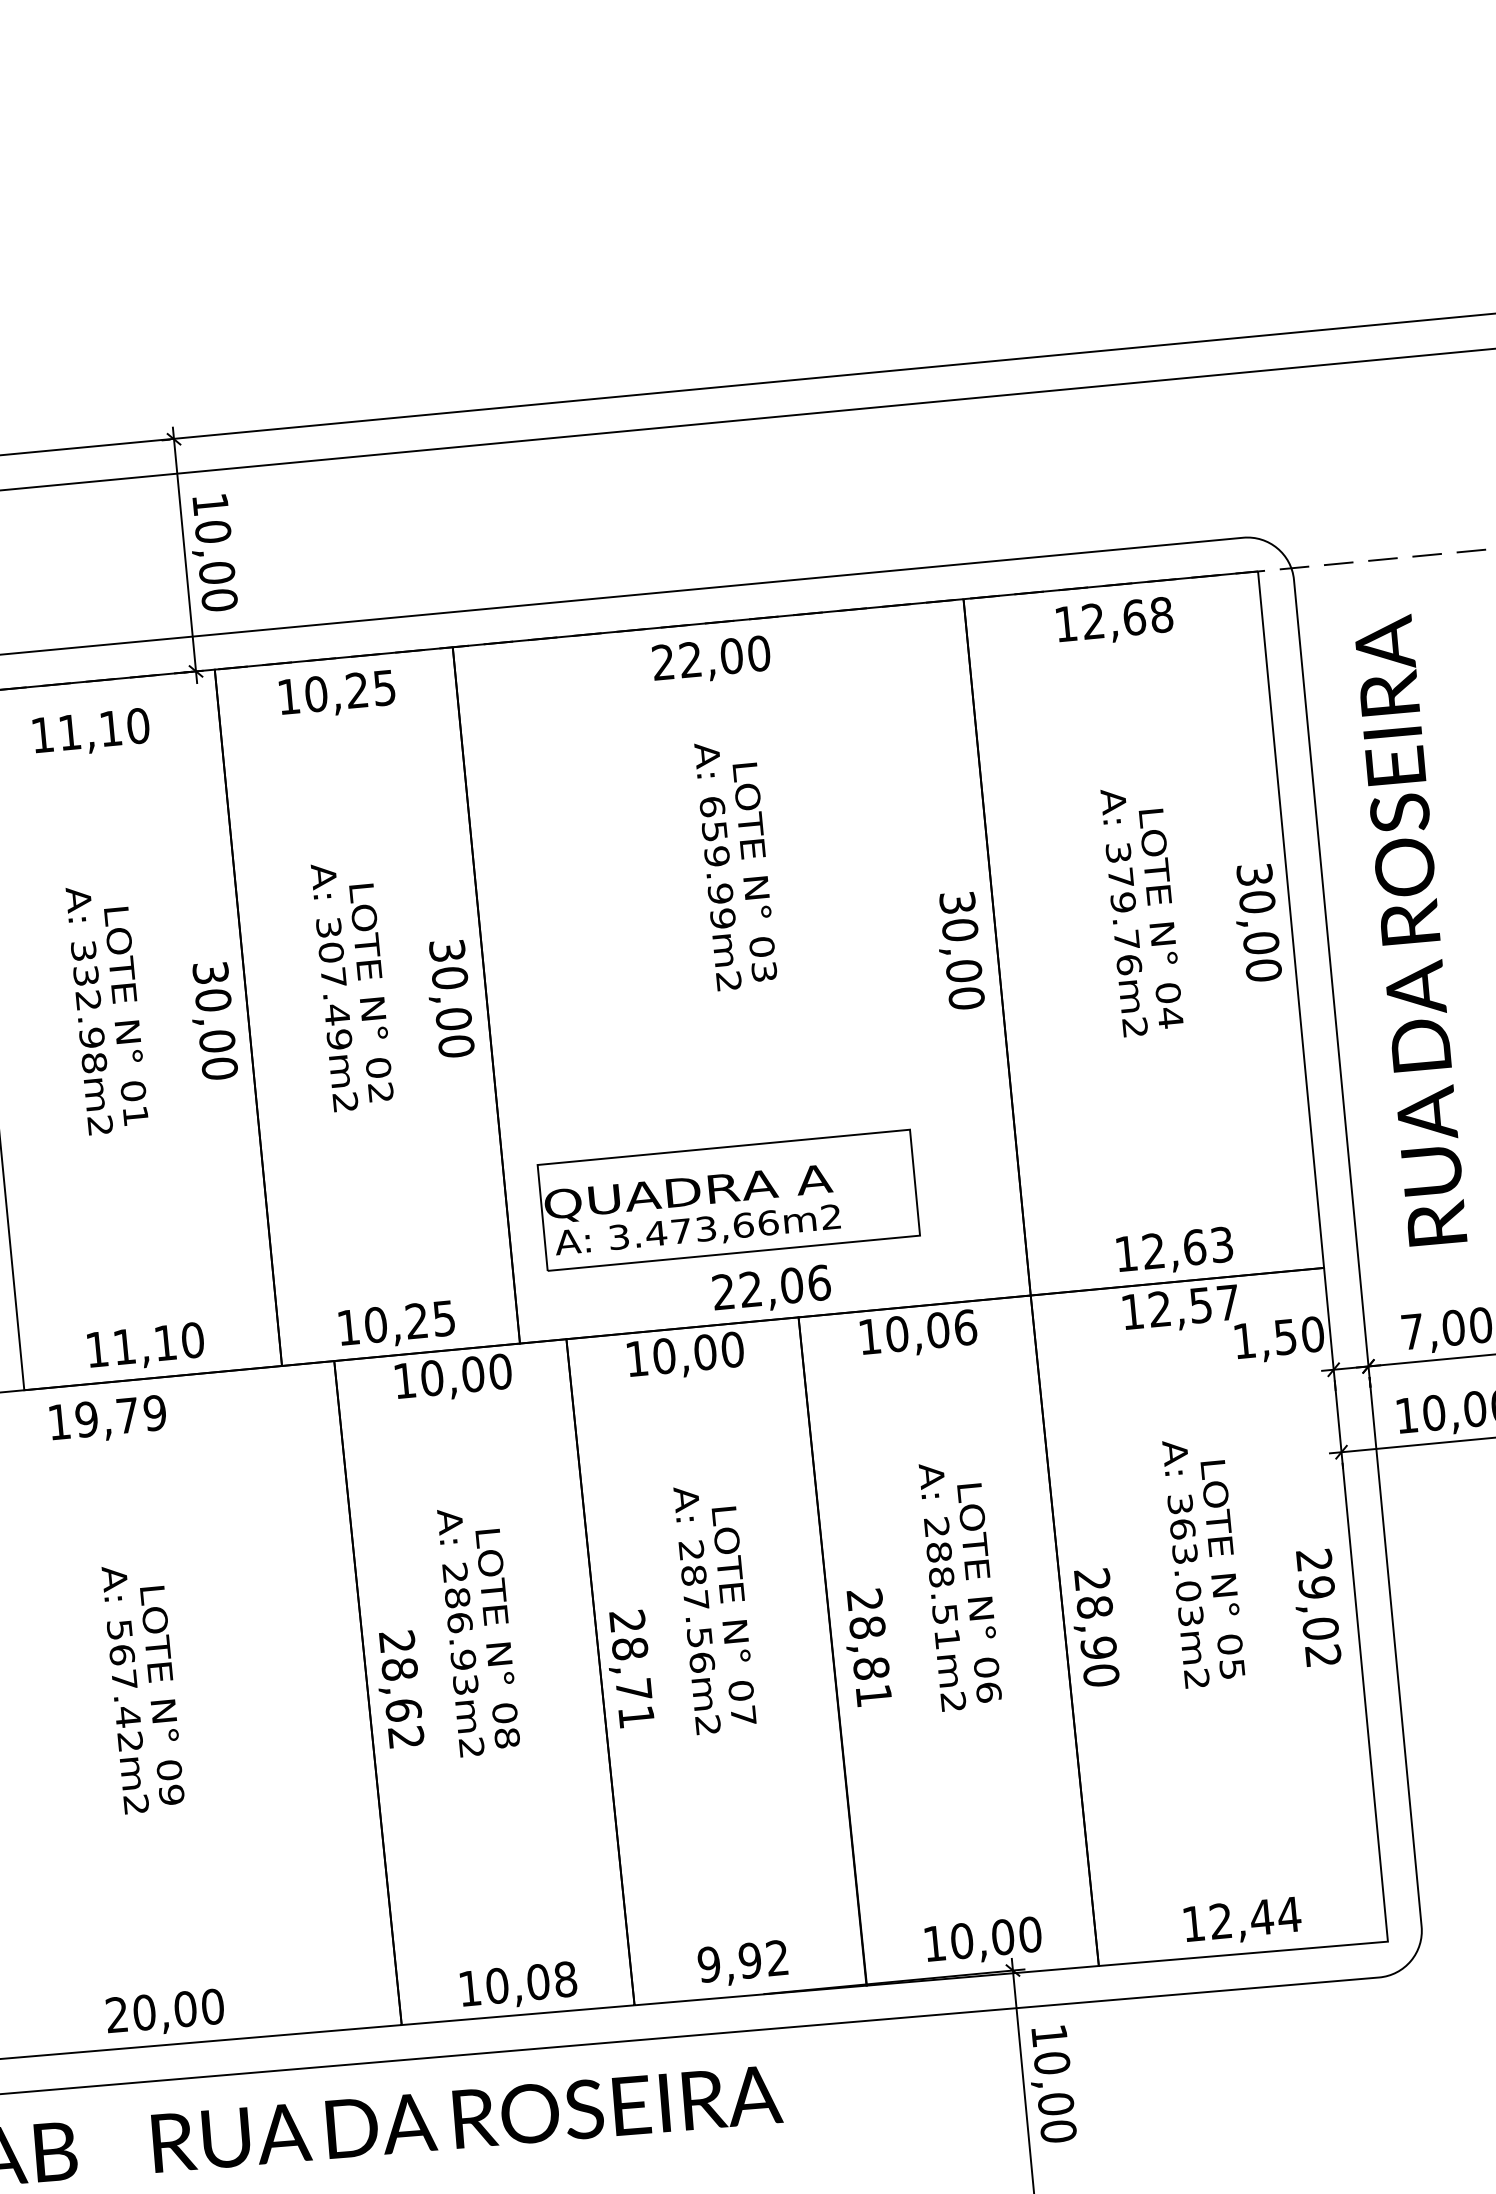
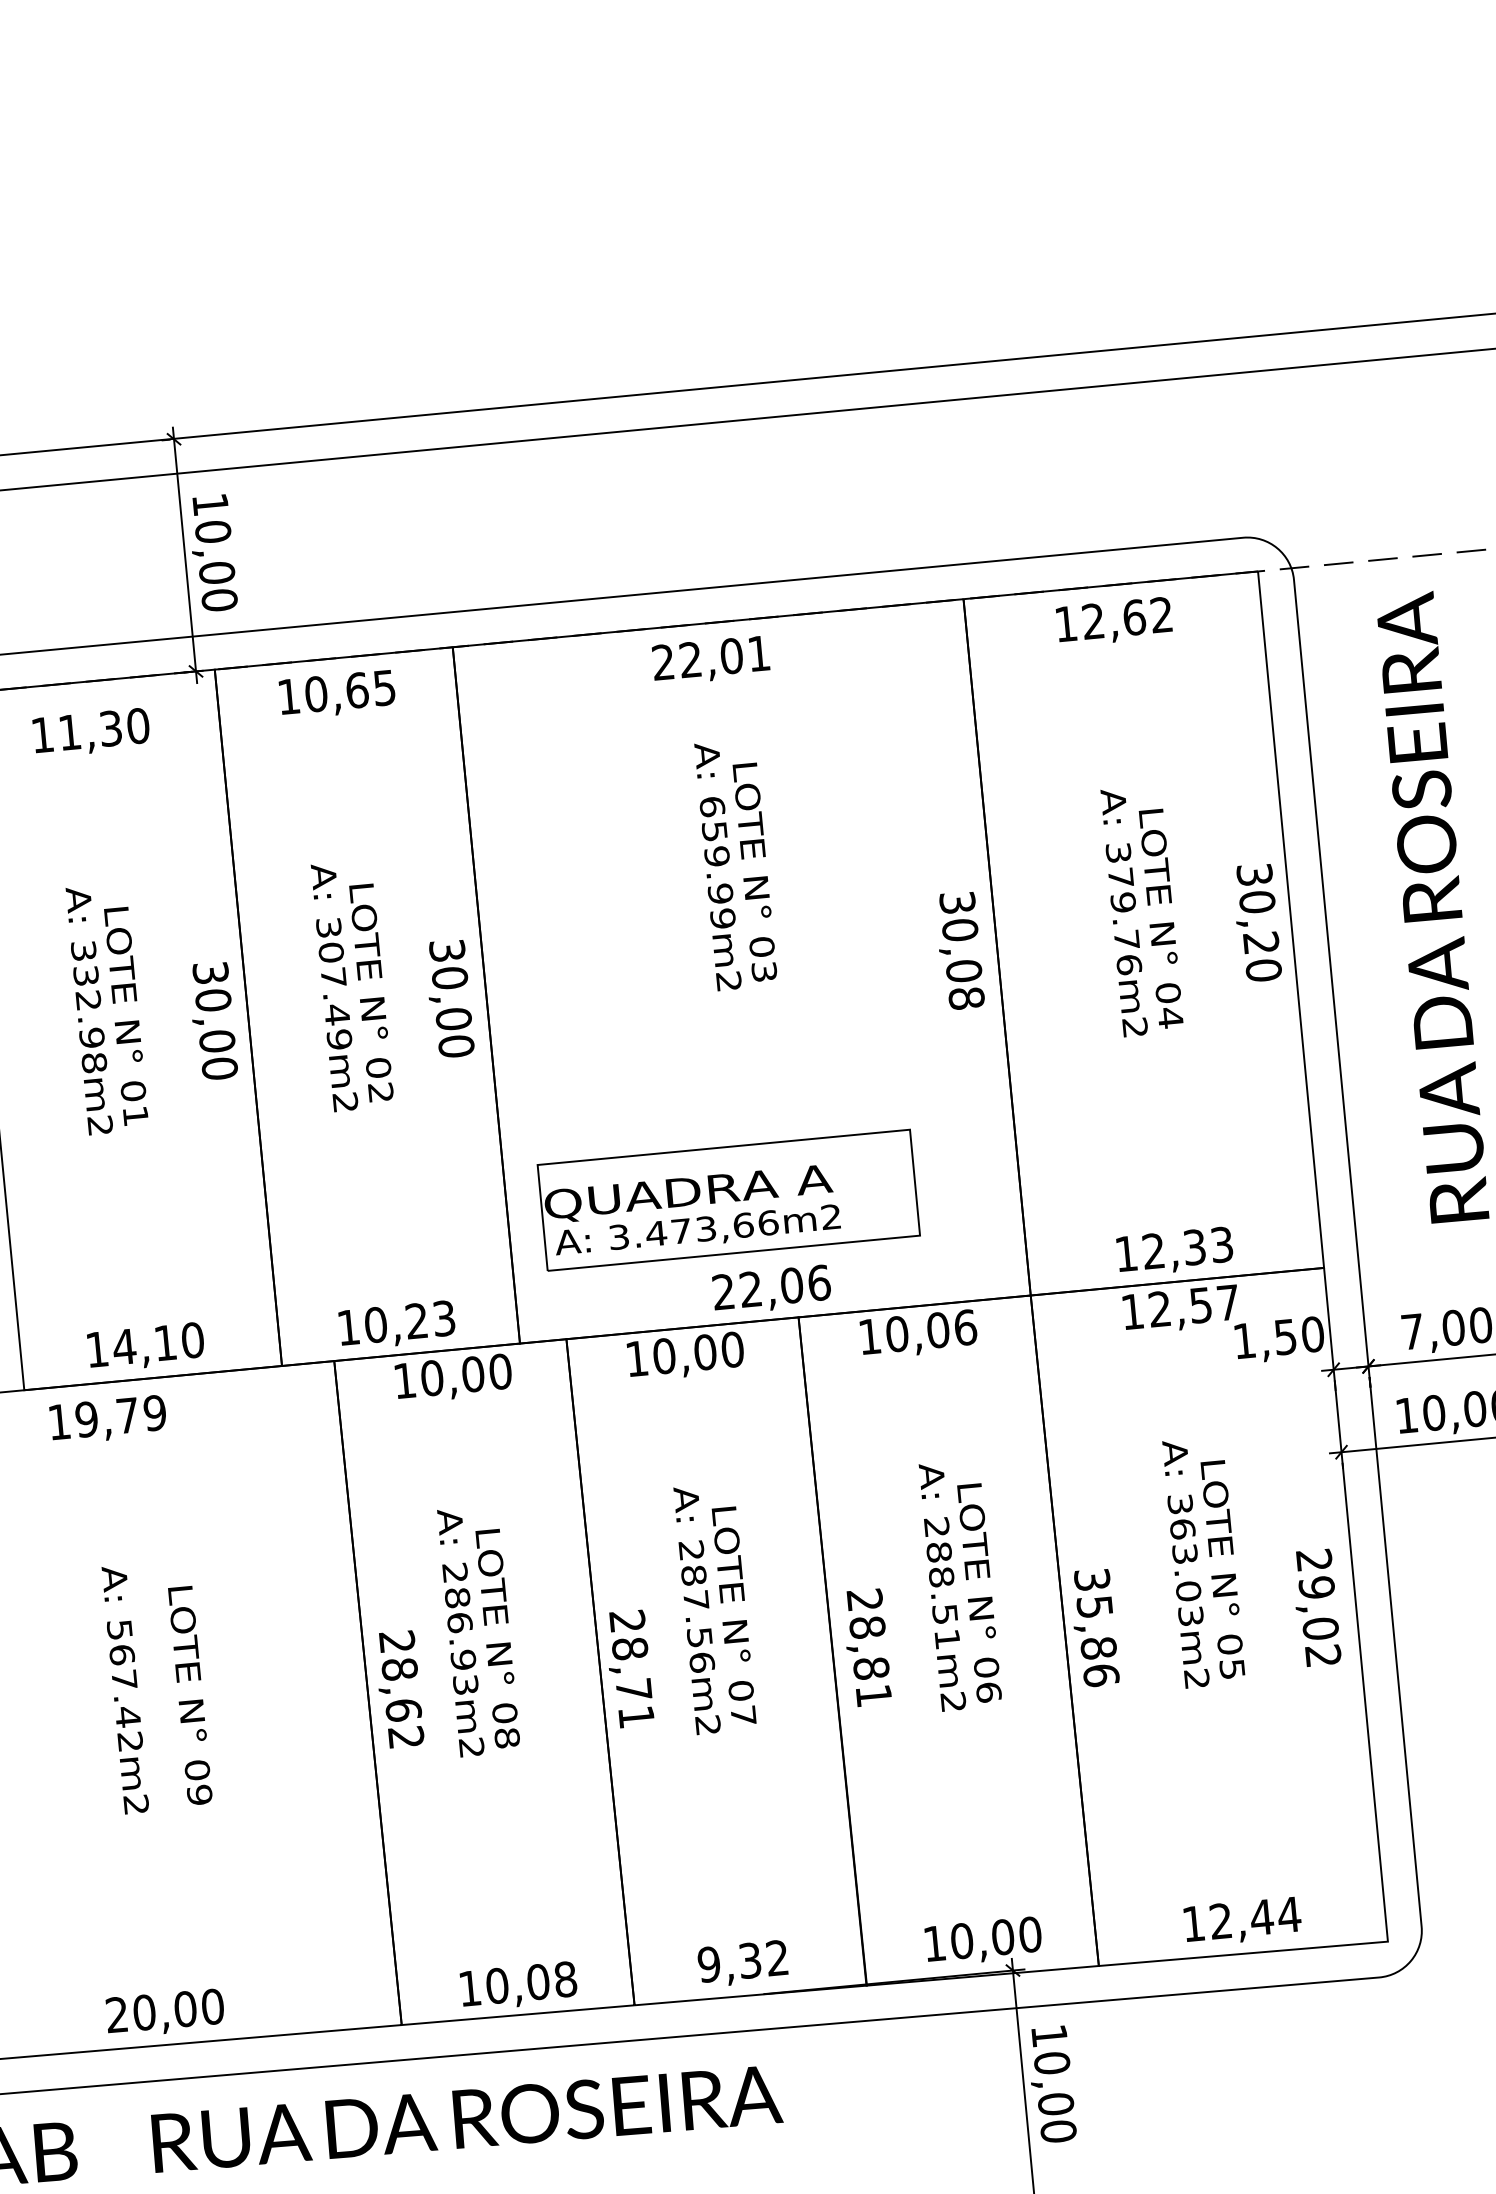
text at (1161, 615): 12,68 -> 12,62
text at (759, 653): 22,00 -> 22,01
text at (356, 690): 10,25 -> 10,65
text at (111, 728): 11,10 -> 11,30
text at (1411, 929) position: (1411, 929) -> (1433, 906)
text at (1261, 942): 30,00 -> 30,20
text at (966, 998): 30,00 -> 30,08
text at (1195, 1247): 12,63 -> 12,33
text at (444, 1318): 10,25 -> 10,23
text at (124, 1346): 11,10 -> 14,10
text at (1096, 1627): 28,90 -> 35,86
text at (162, 1694) position: (162, 1694) -> (190, 1694)
text at (749, 1960): 9,92 -> 9,32
